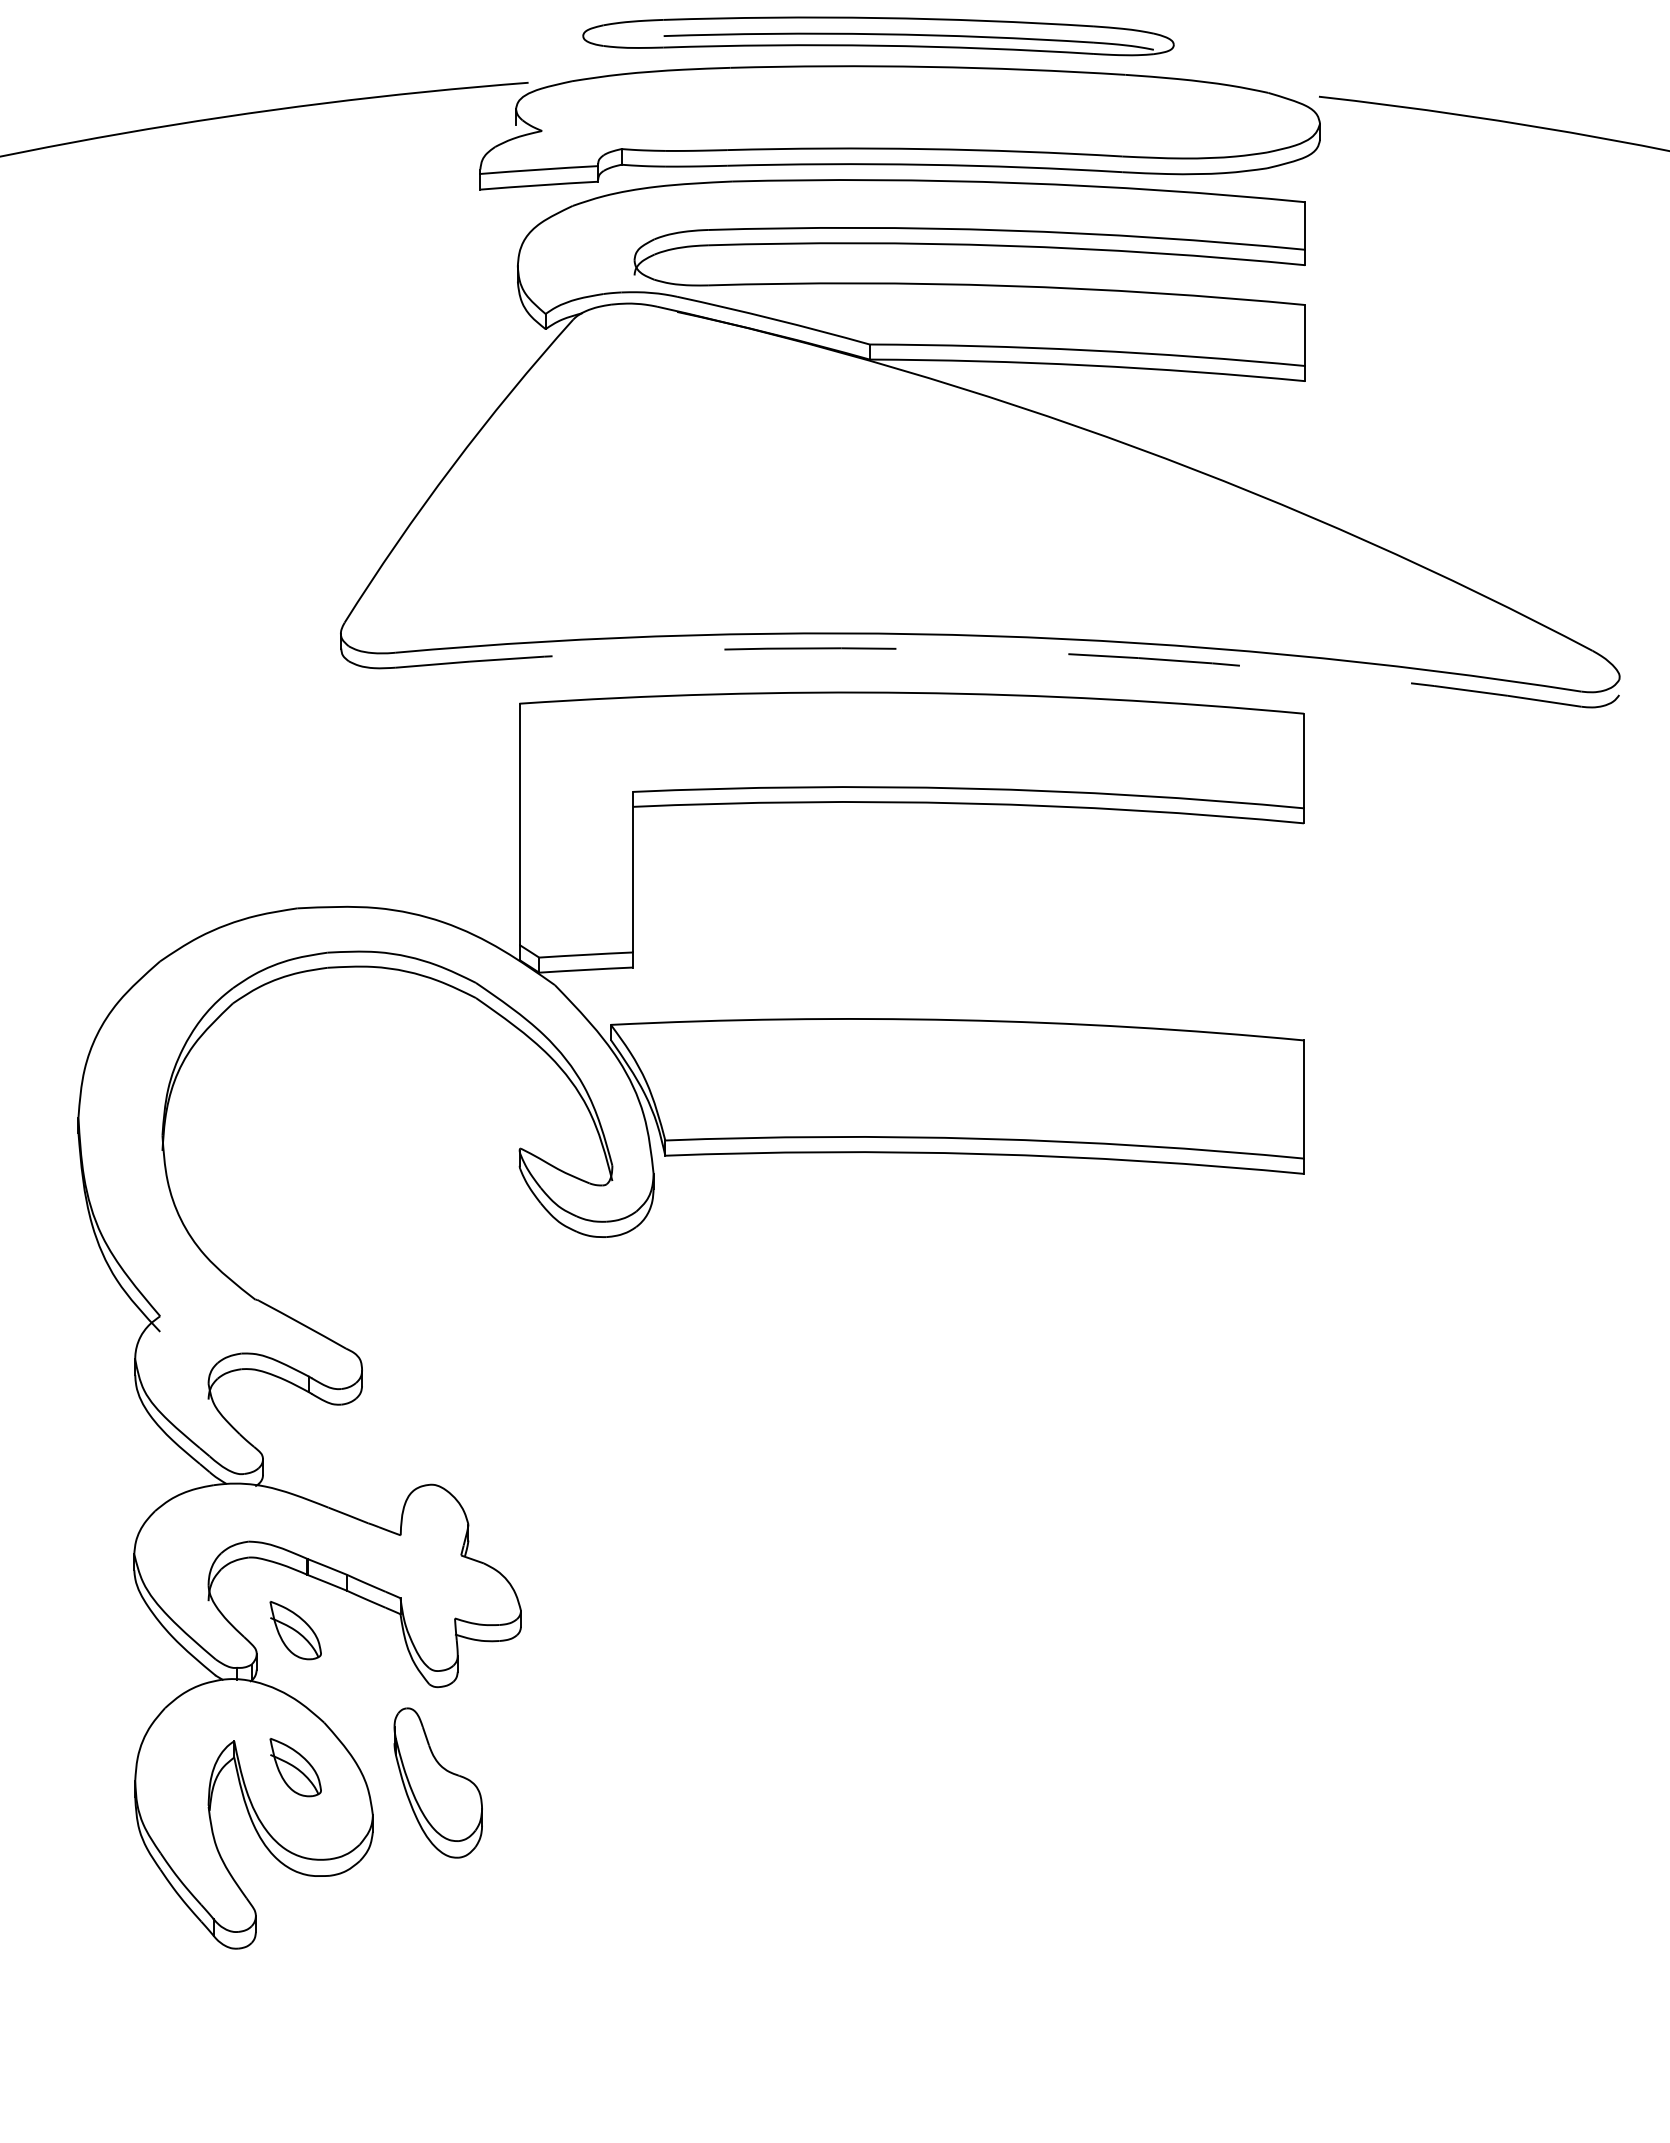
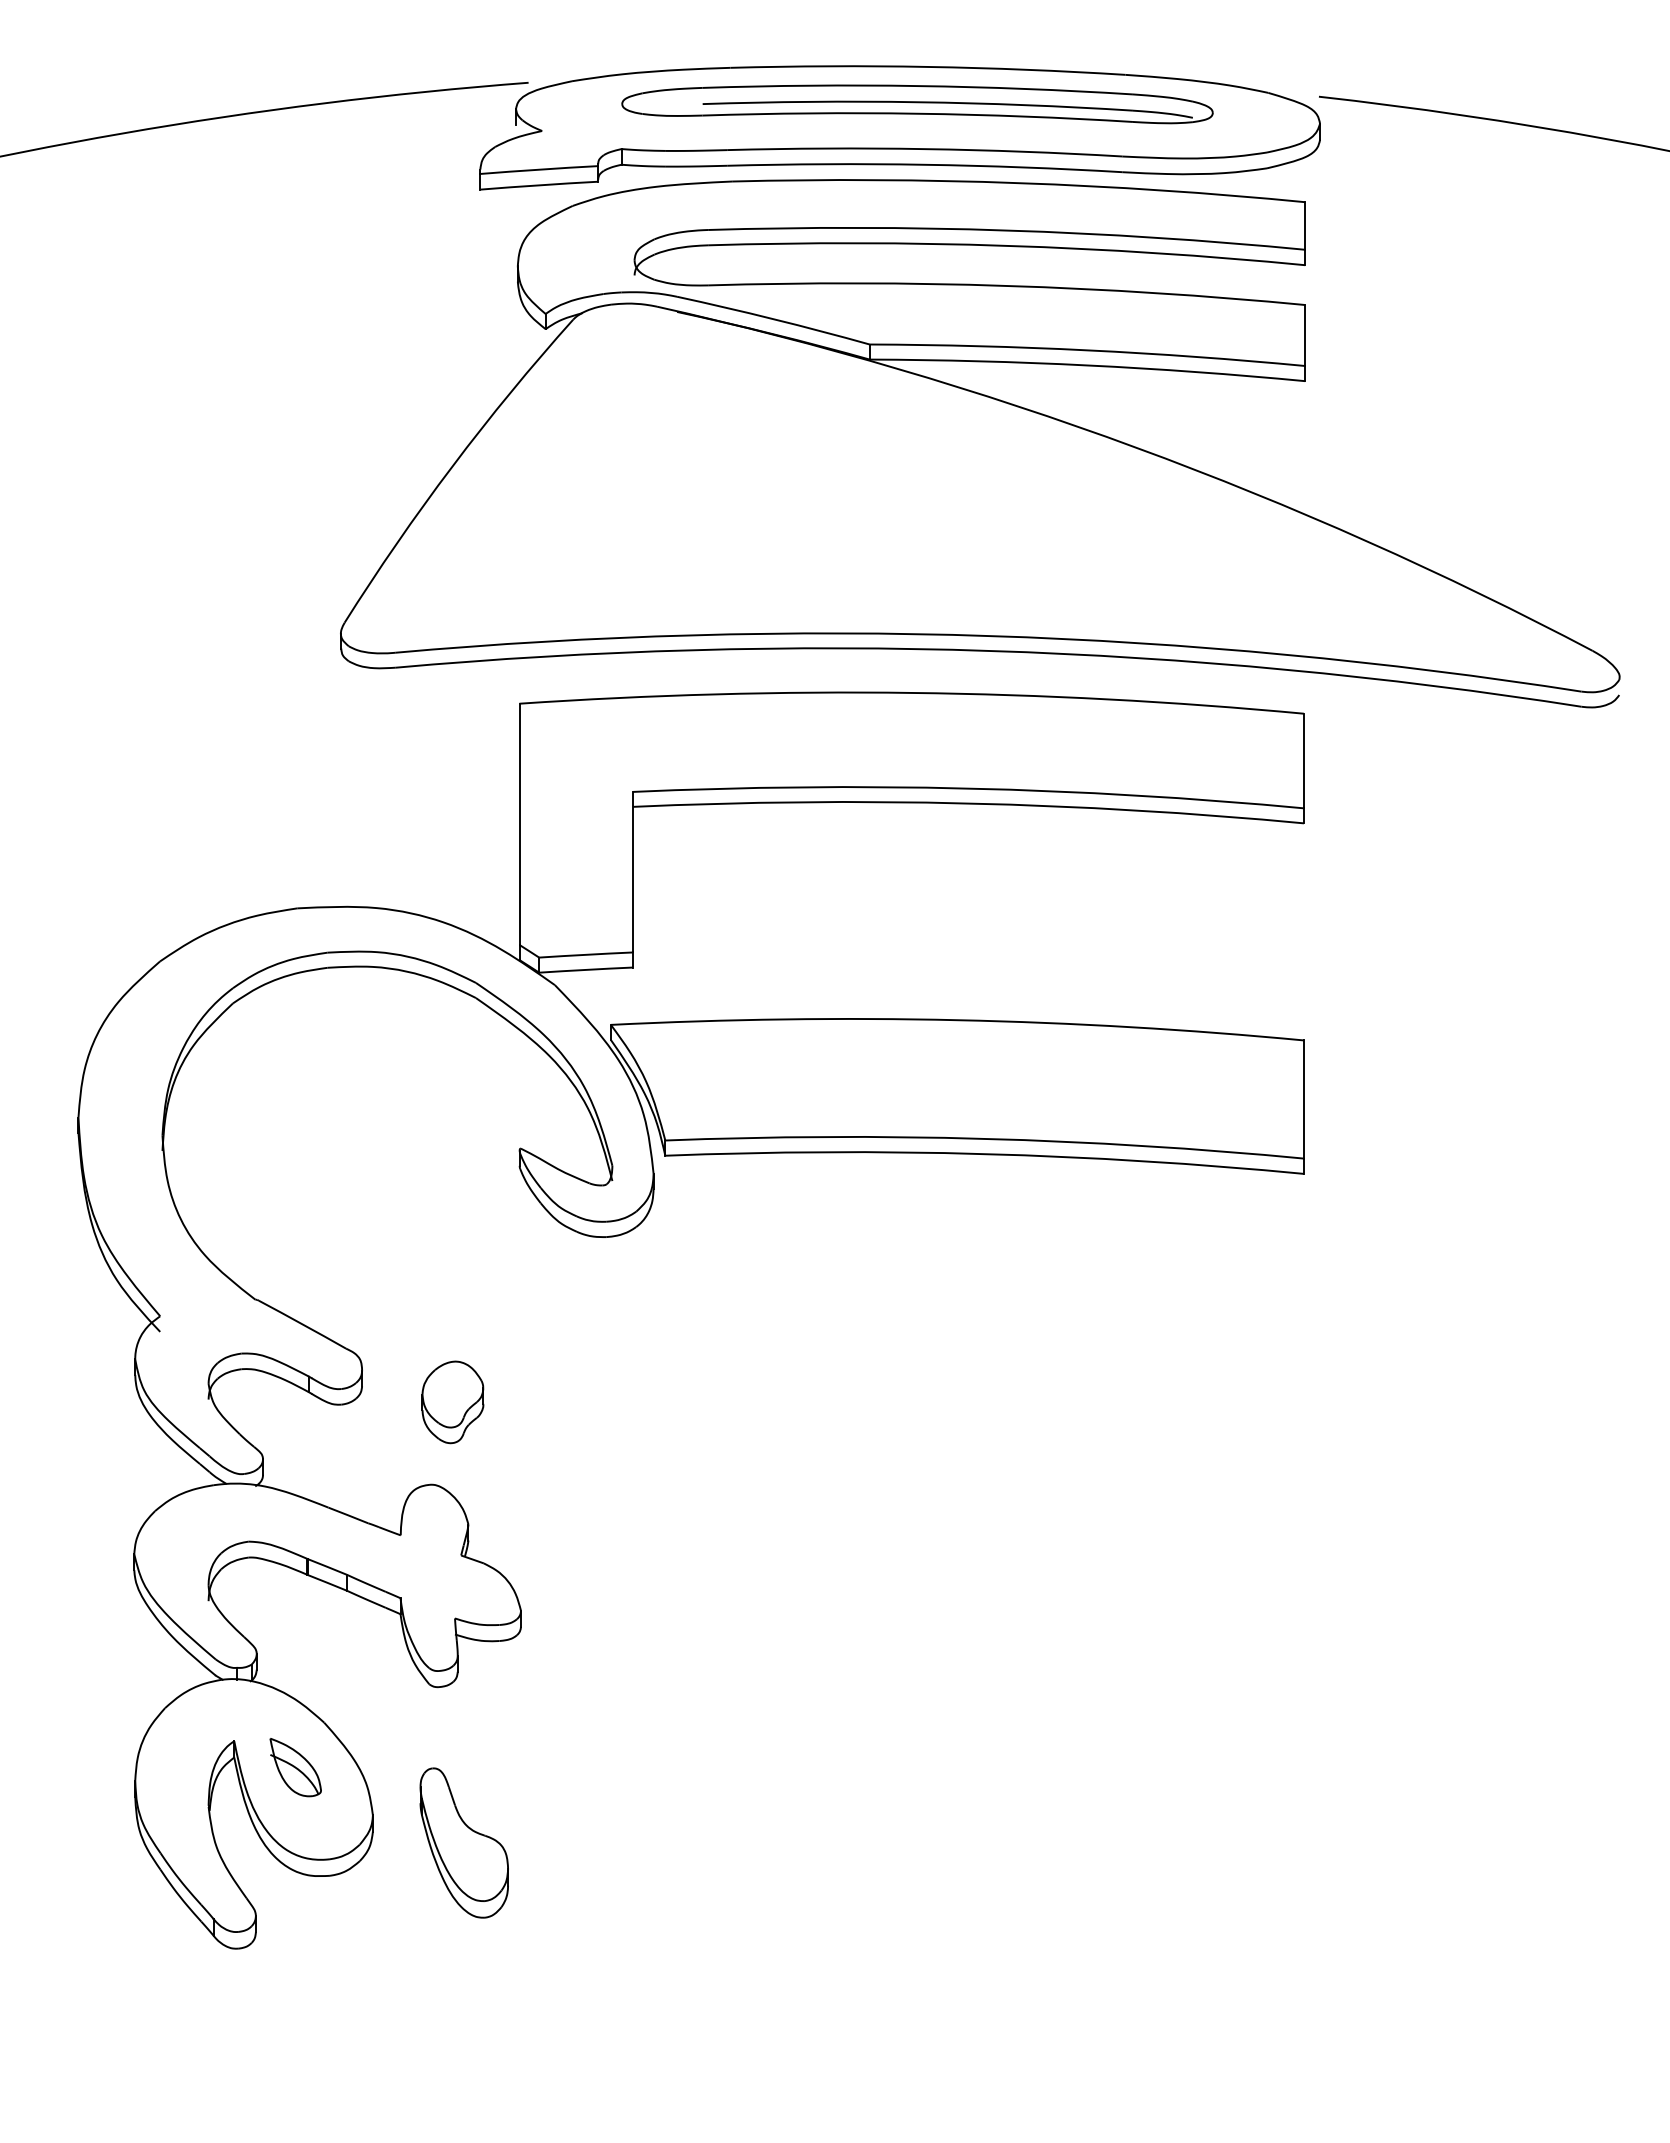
part at (878, 36) position: (878, 36) -> (917, 104)
arc at (989, 650): dashed -> solid
part at (452, 1402): none -> present
part at (295, 1630): present -> none
part at (437, 1782) position: (437, 1782) -> (463, 1842)
